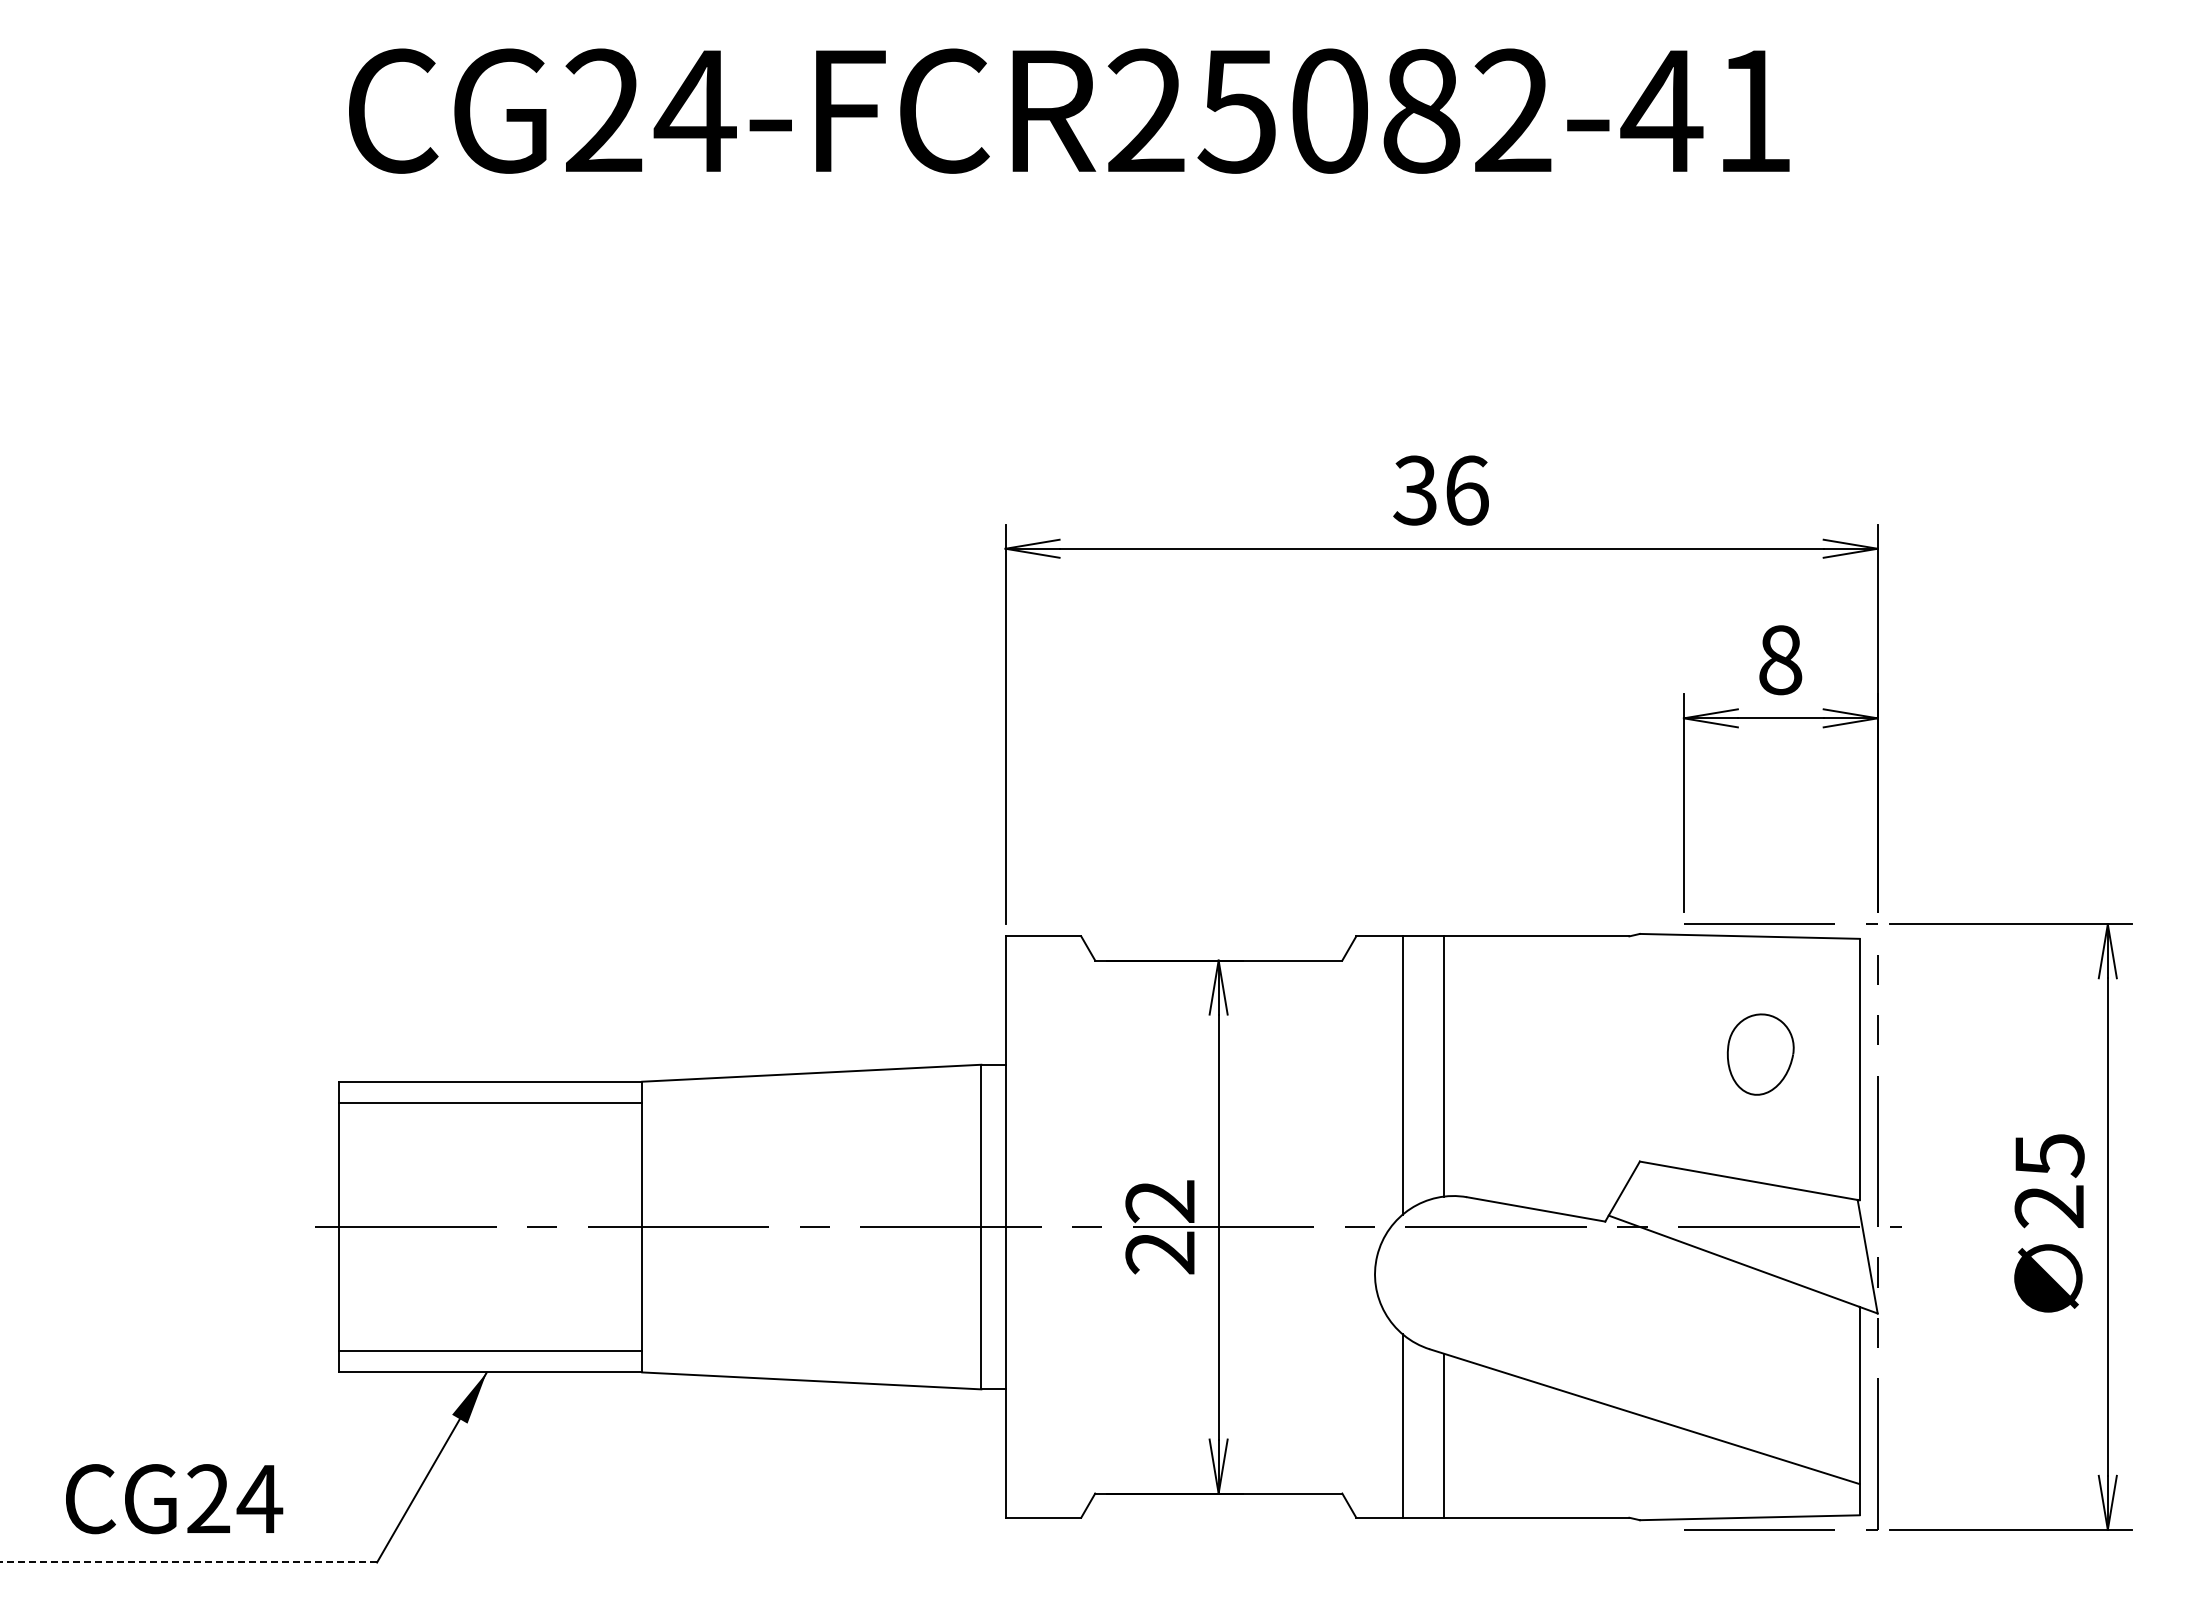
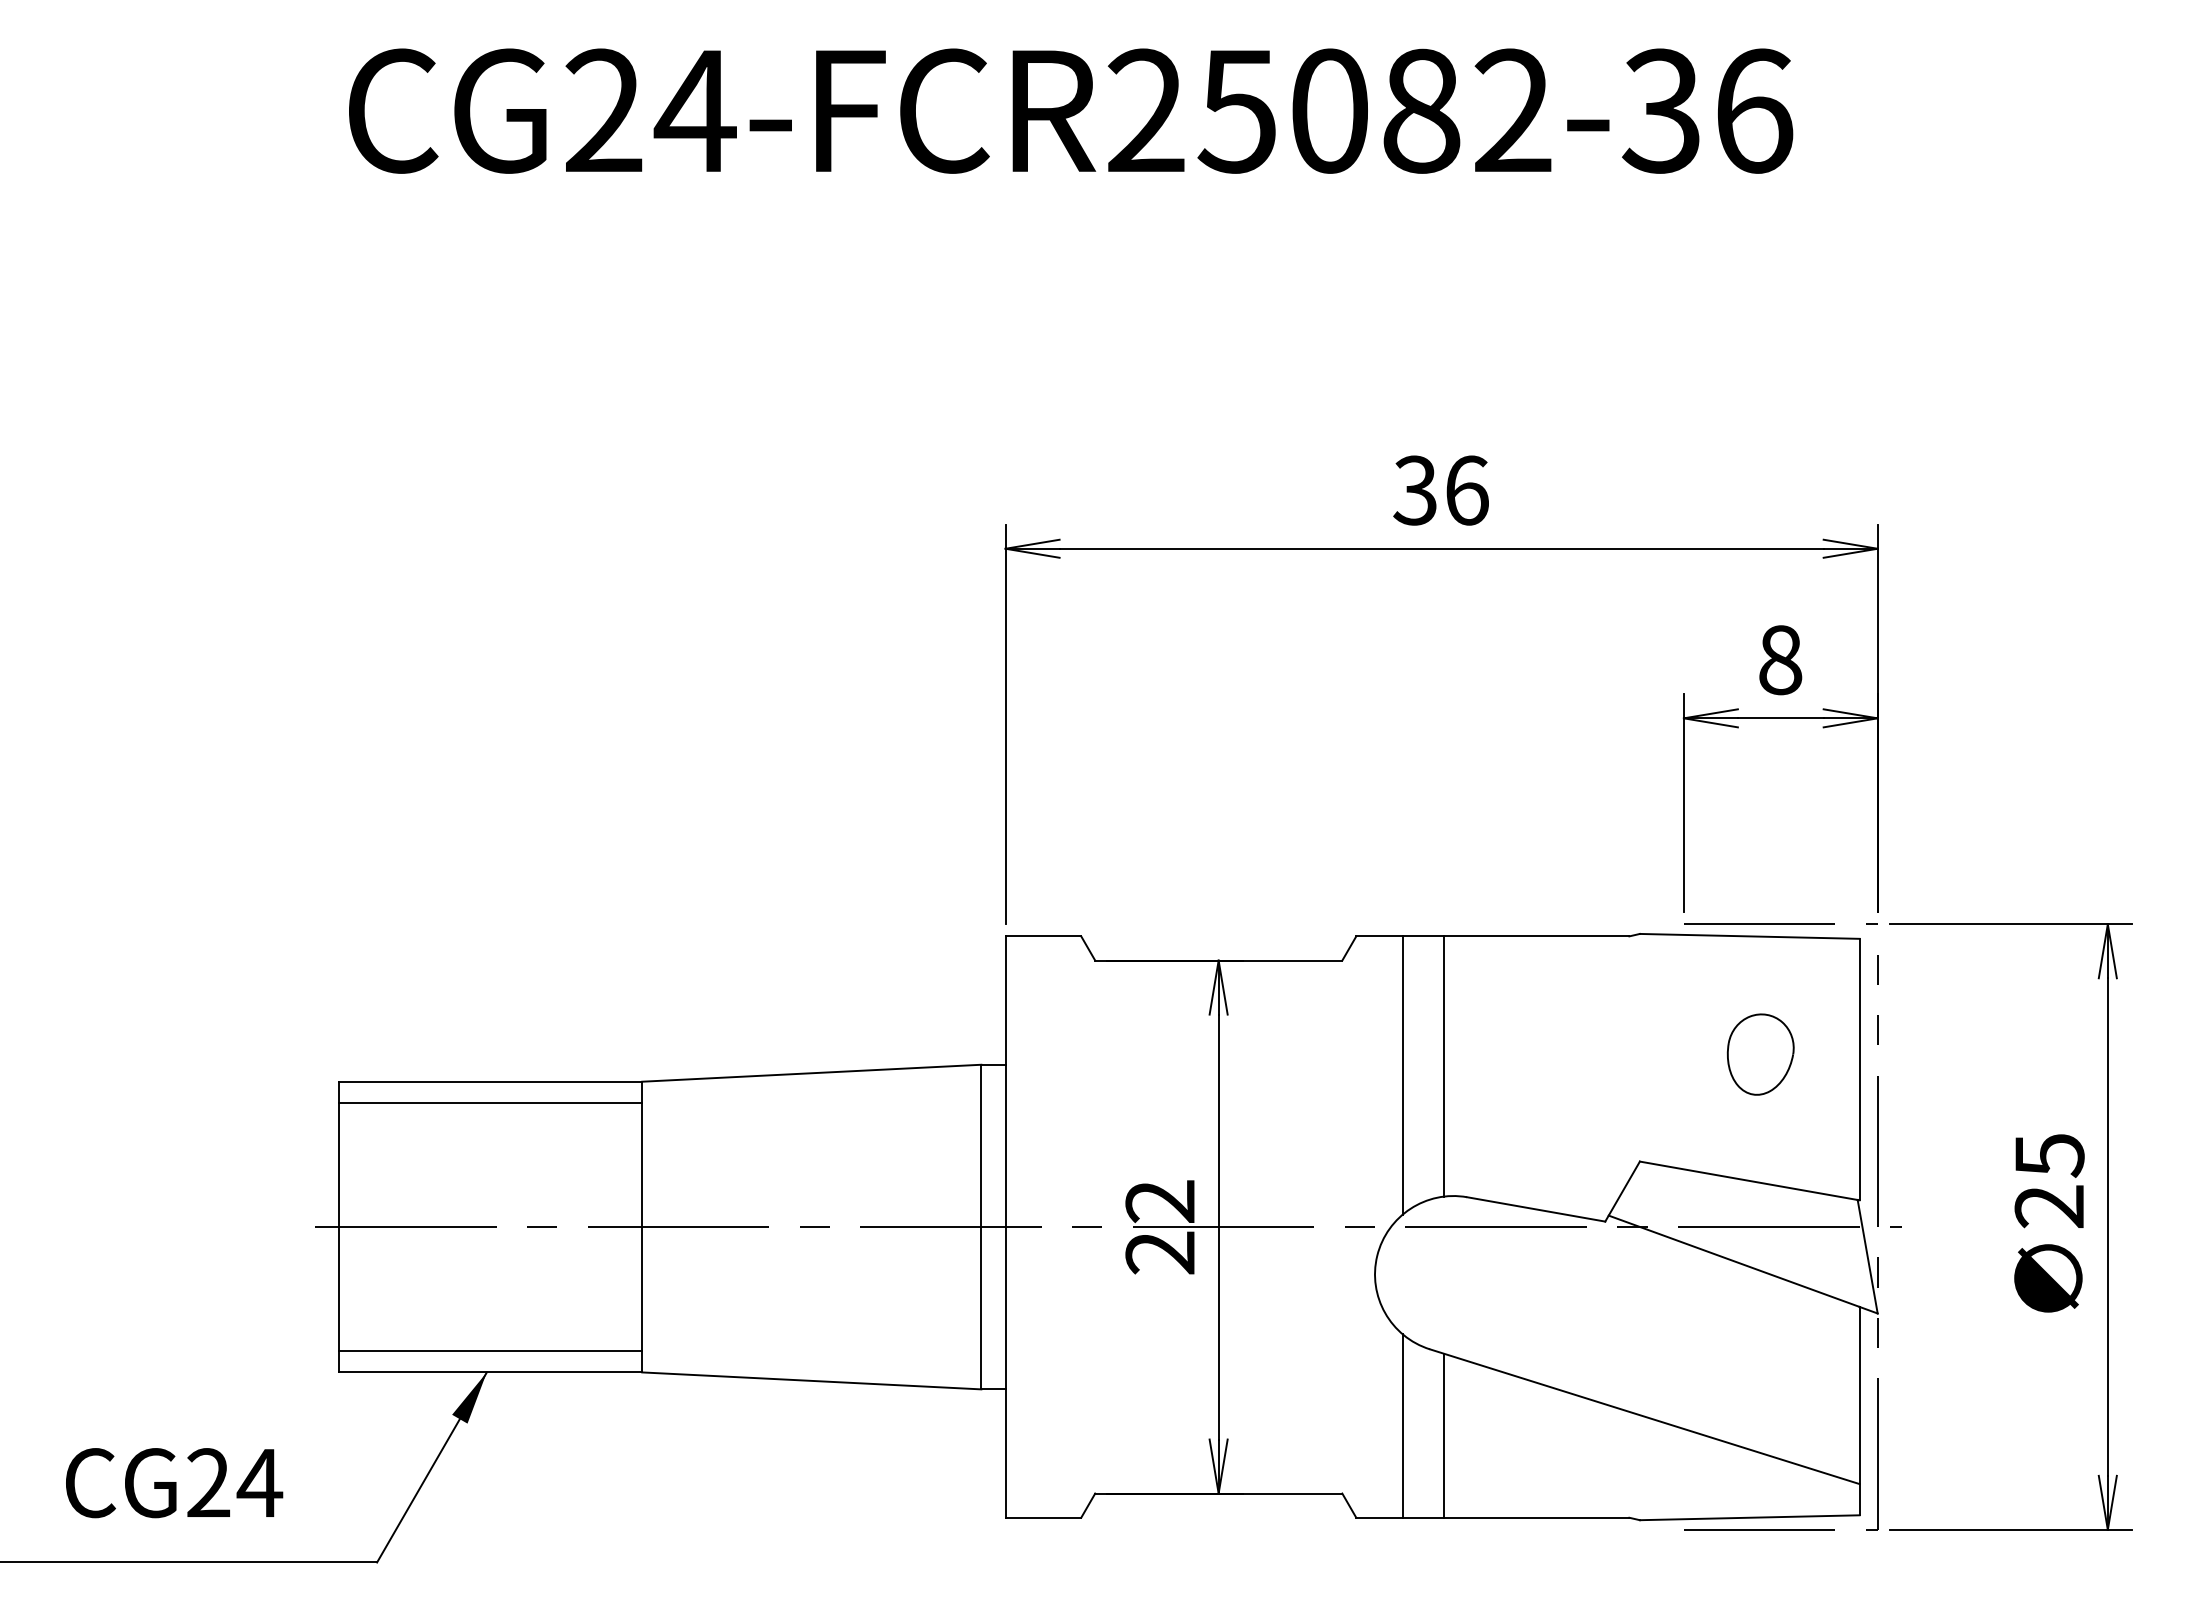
text at (1706, 110): CG24-FCR25082-41 -> CG24-FCR25082-36
text at (174, 1499) position: (174, 1499) -> (174, 1483)
line at (188, 1562): dashed -> solid
